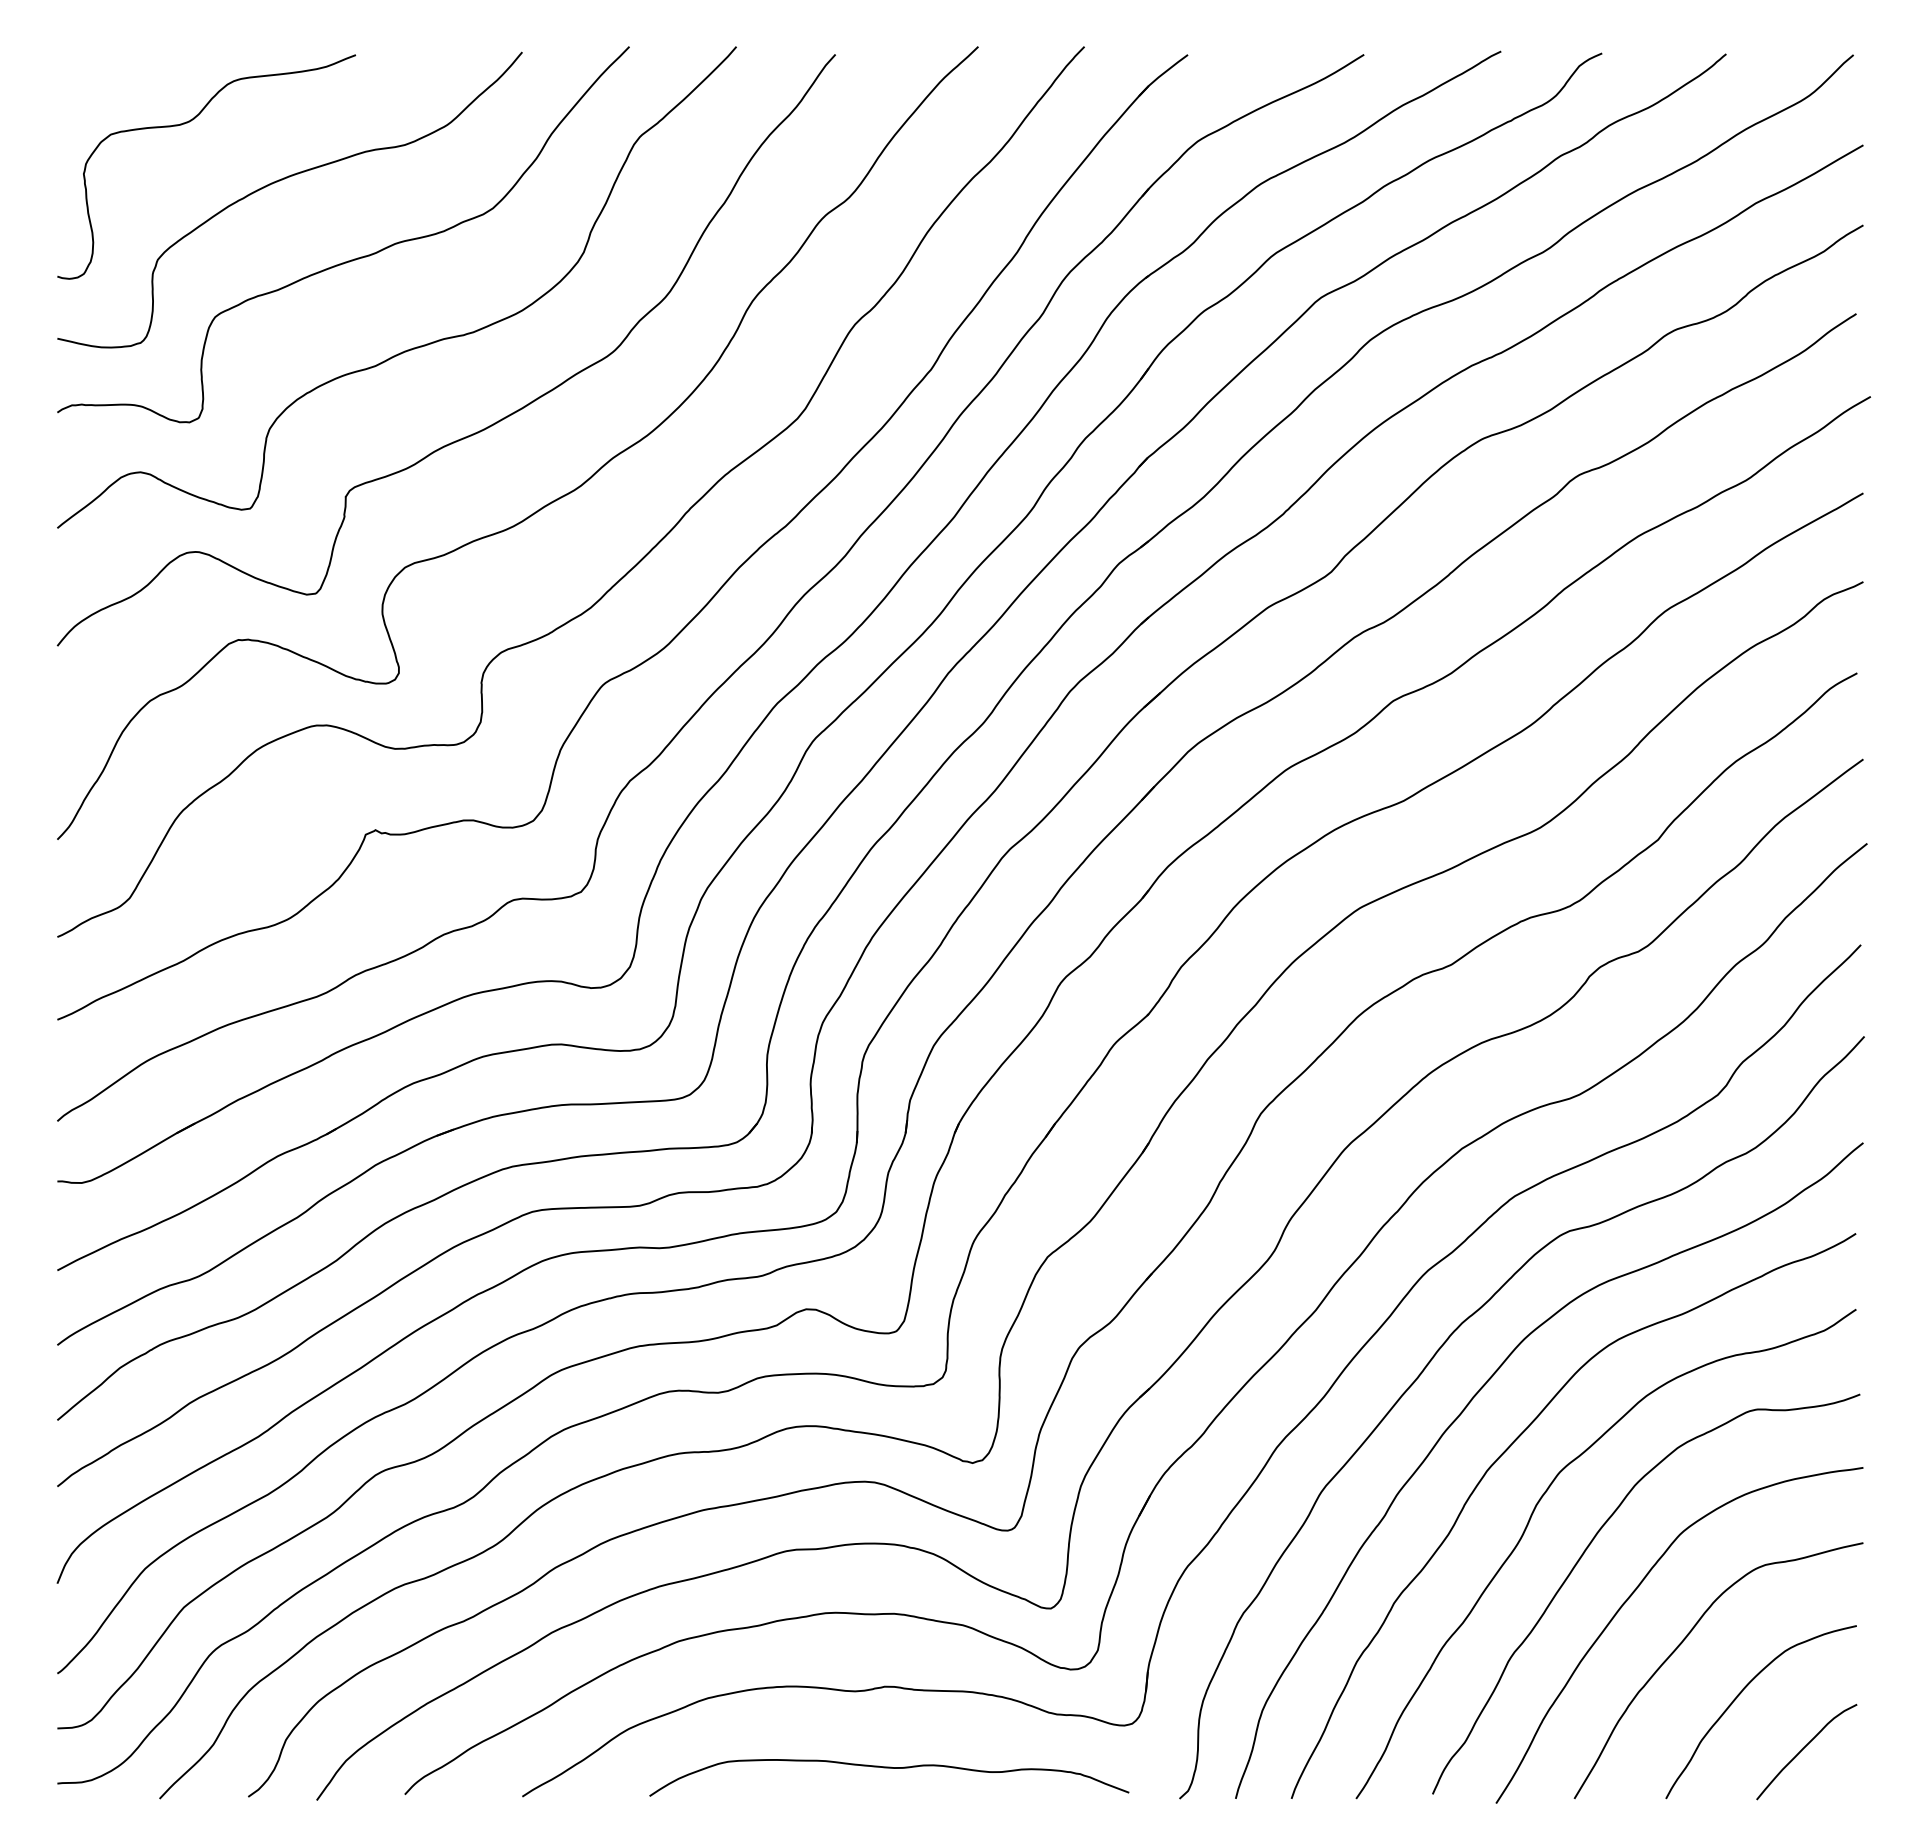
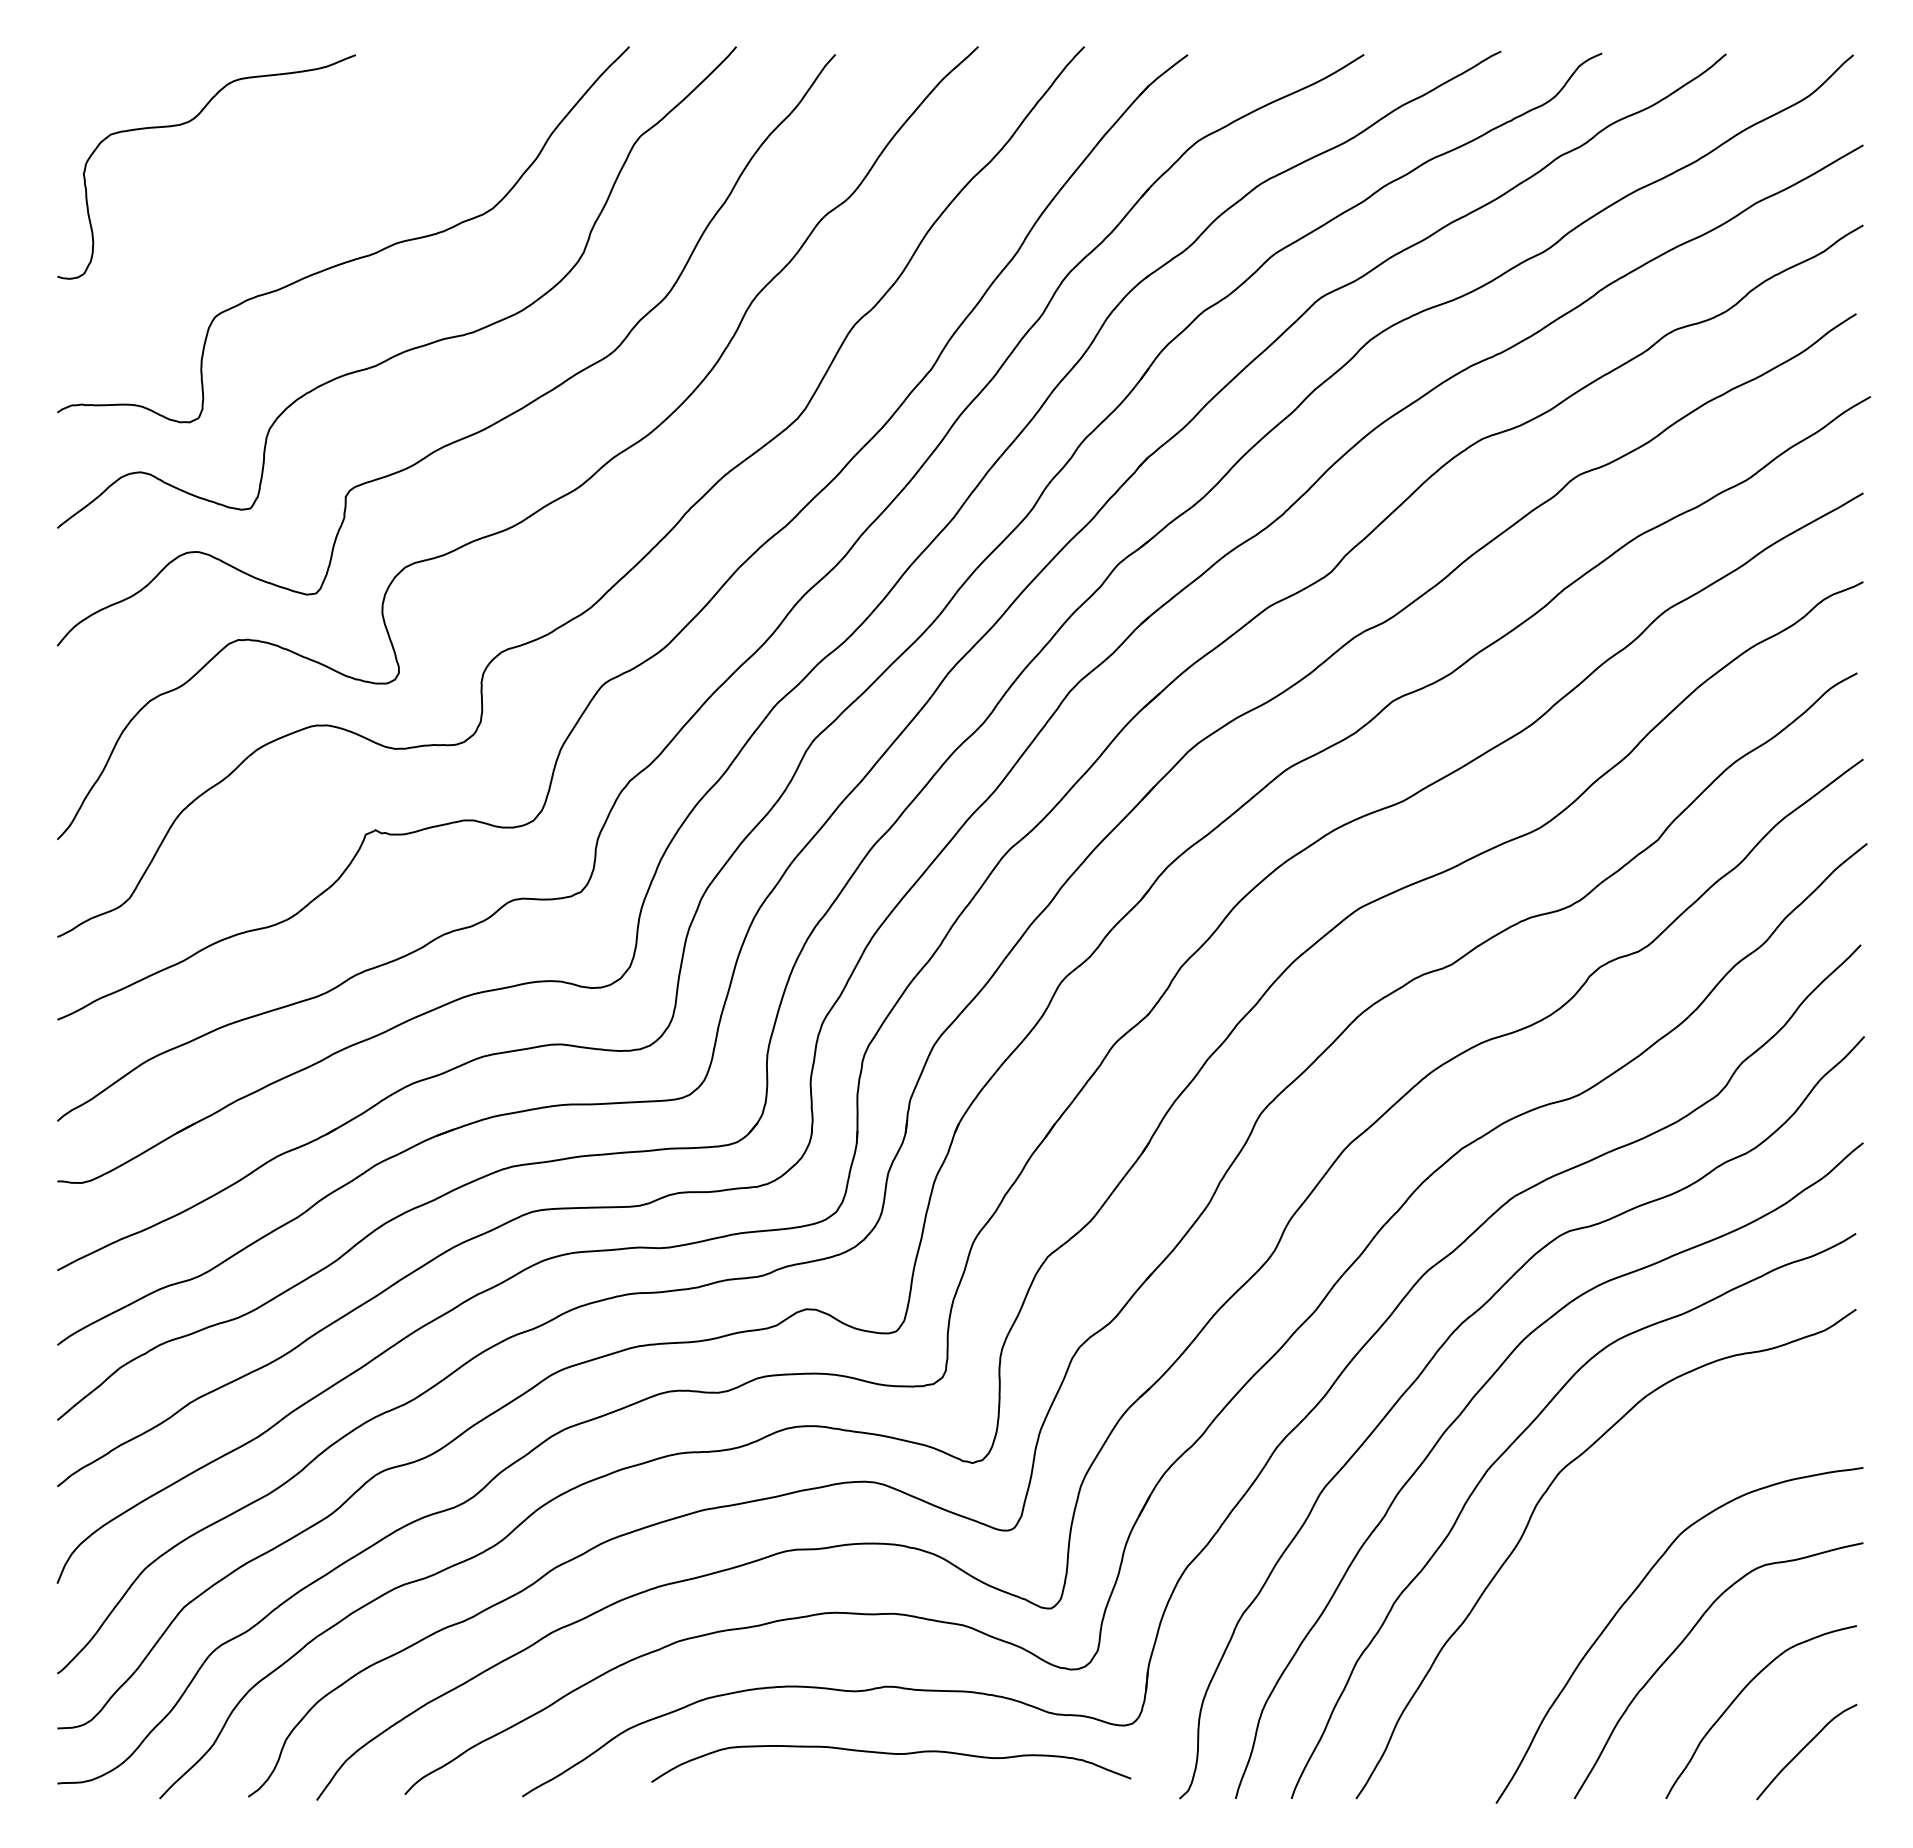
curve at (282, 180): present -> none
curve at (1585, 1552): present -> none
curve at (889, 1768) position: (889, 1768) -> (891, 1754)
